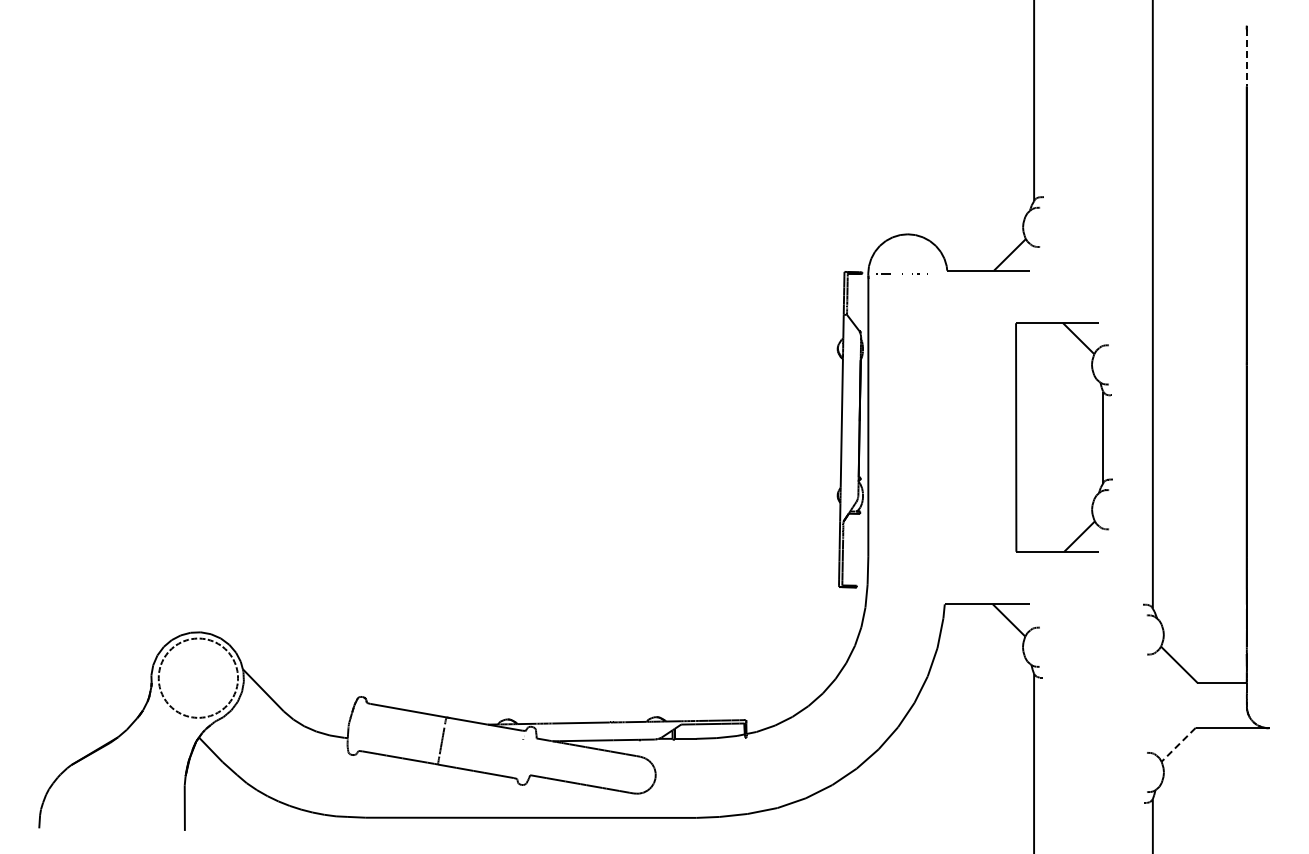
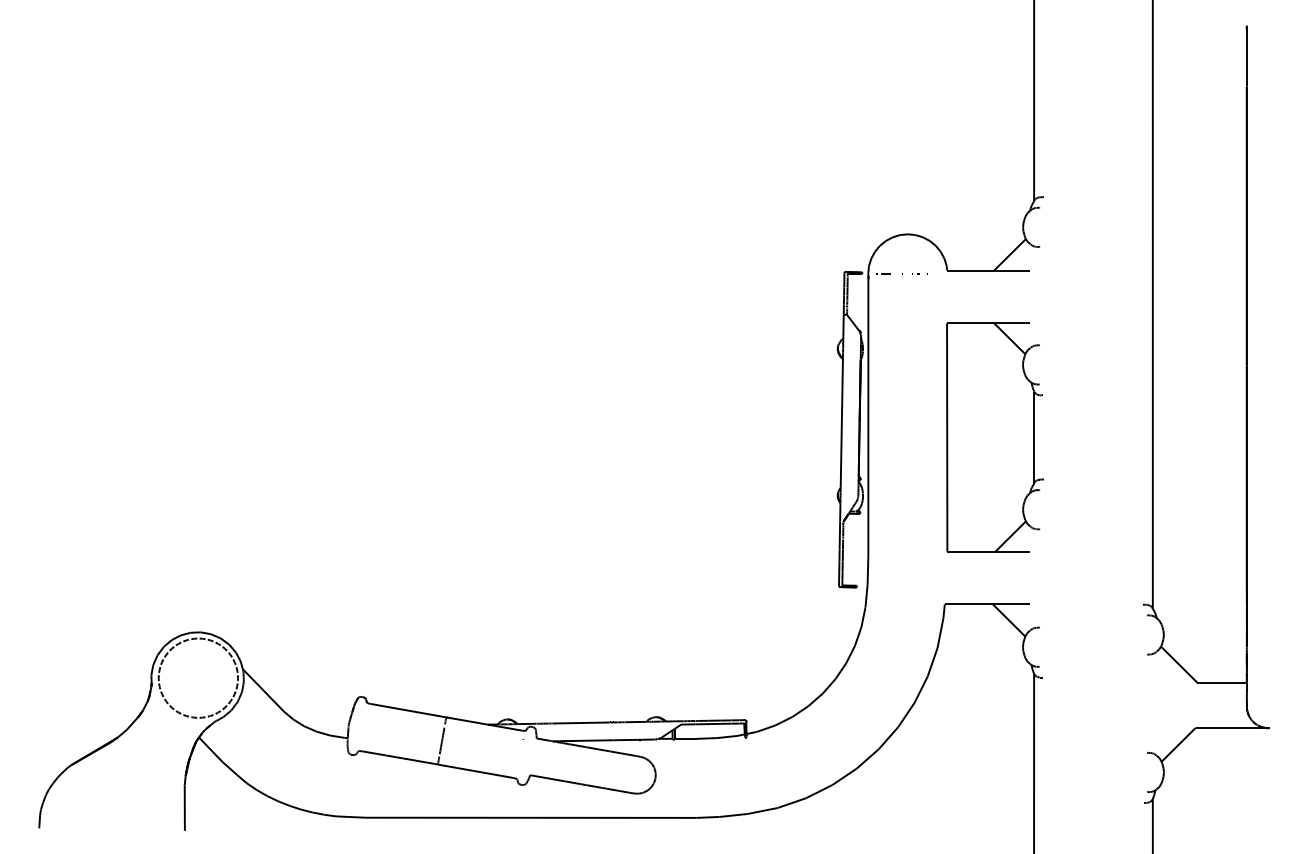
line at (1246, 57): dashed -> solid
part at (1063, 437) position: (1063, 437) -> (994, 437)
line at (1178, 744): dashed -> solid
